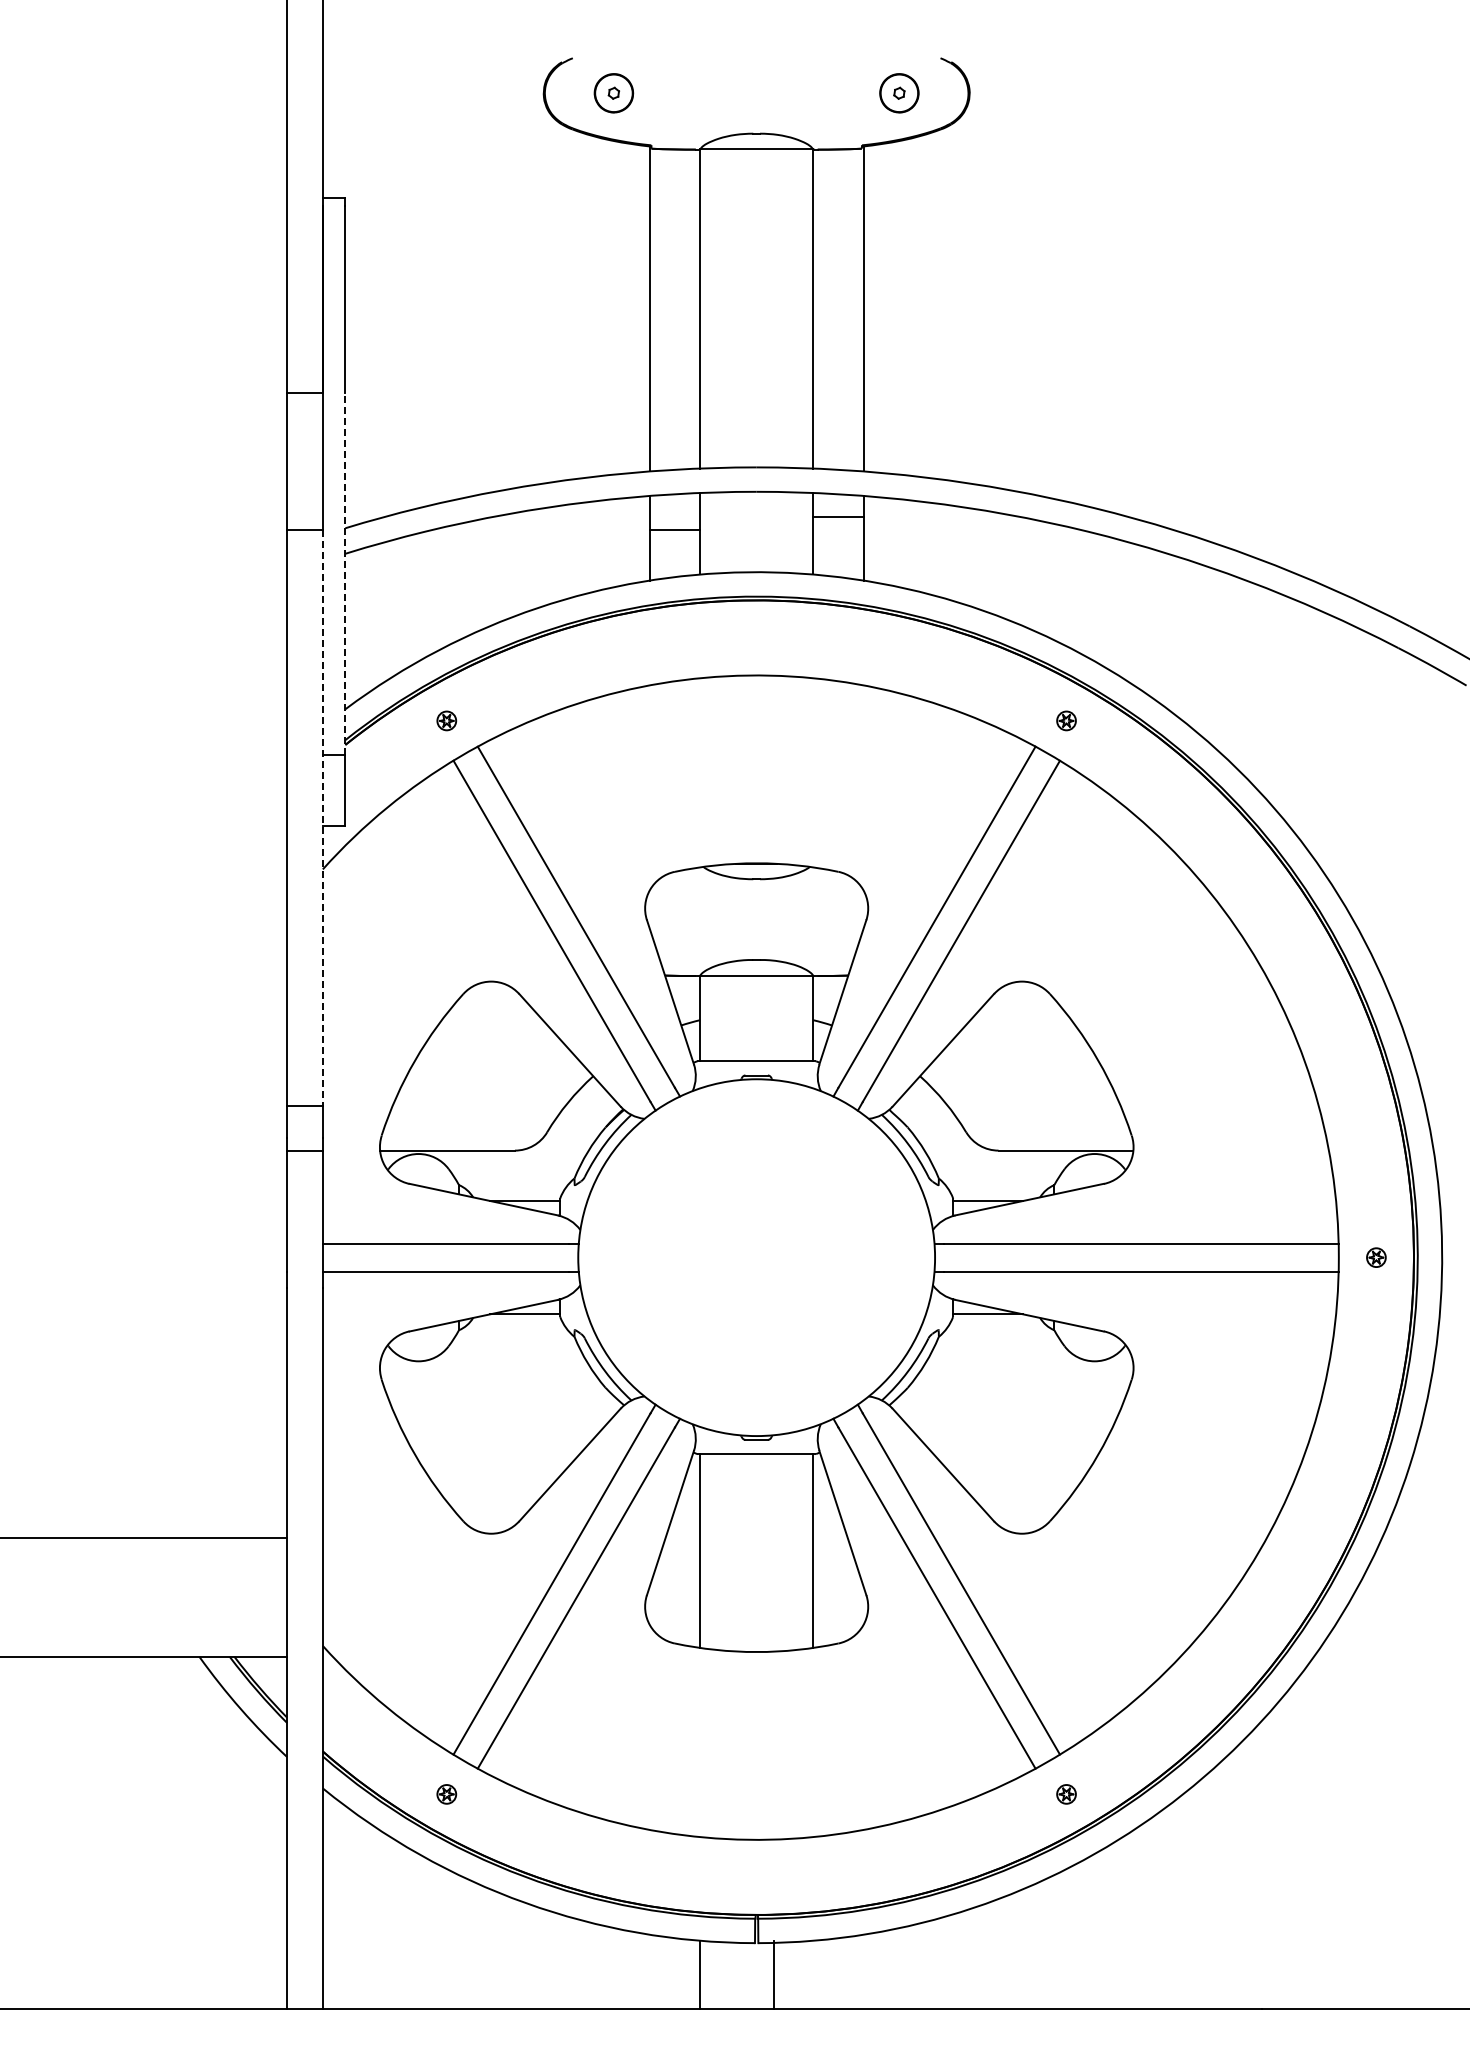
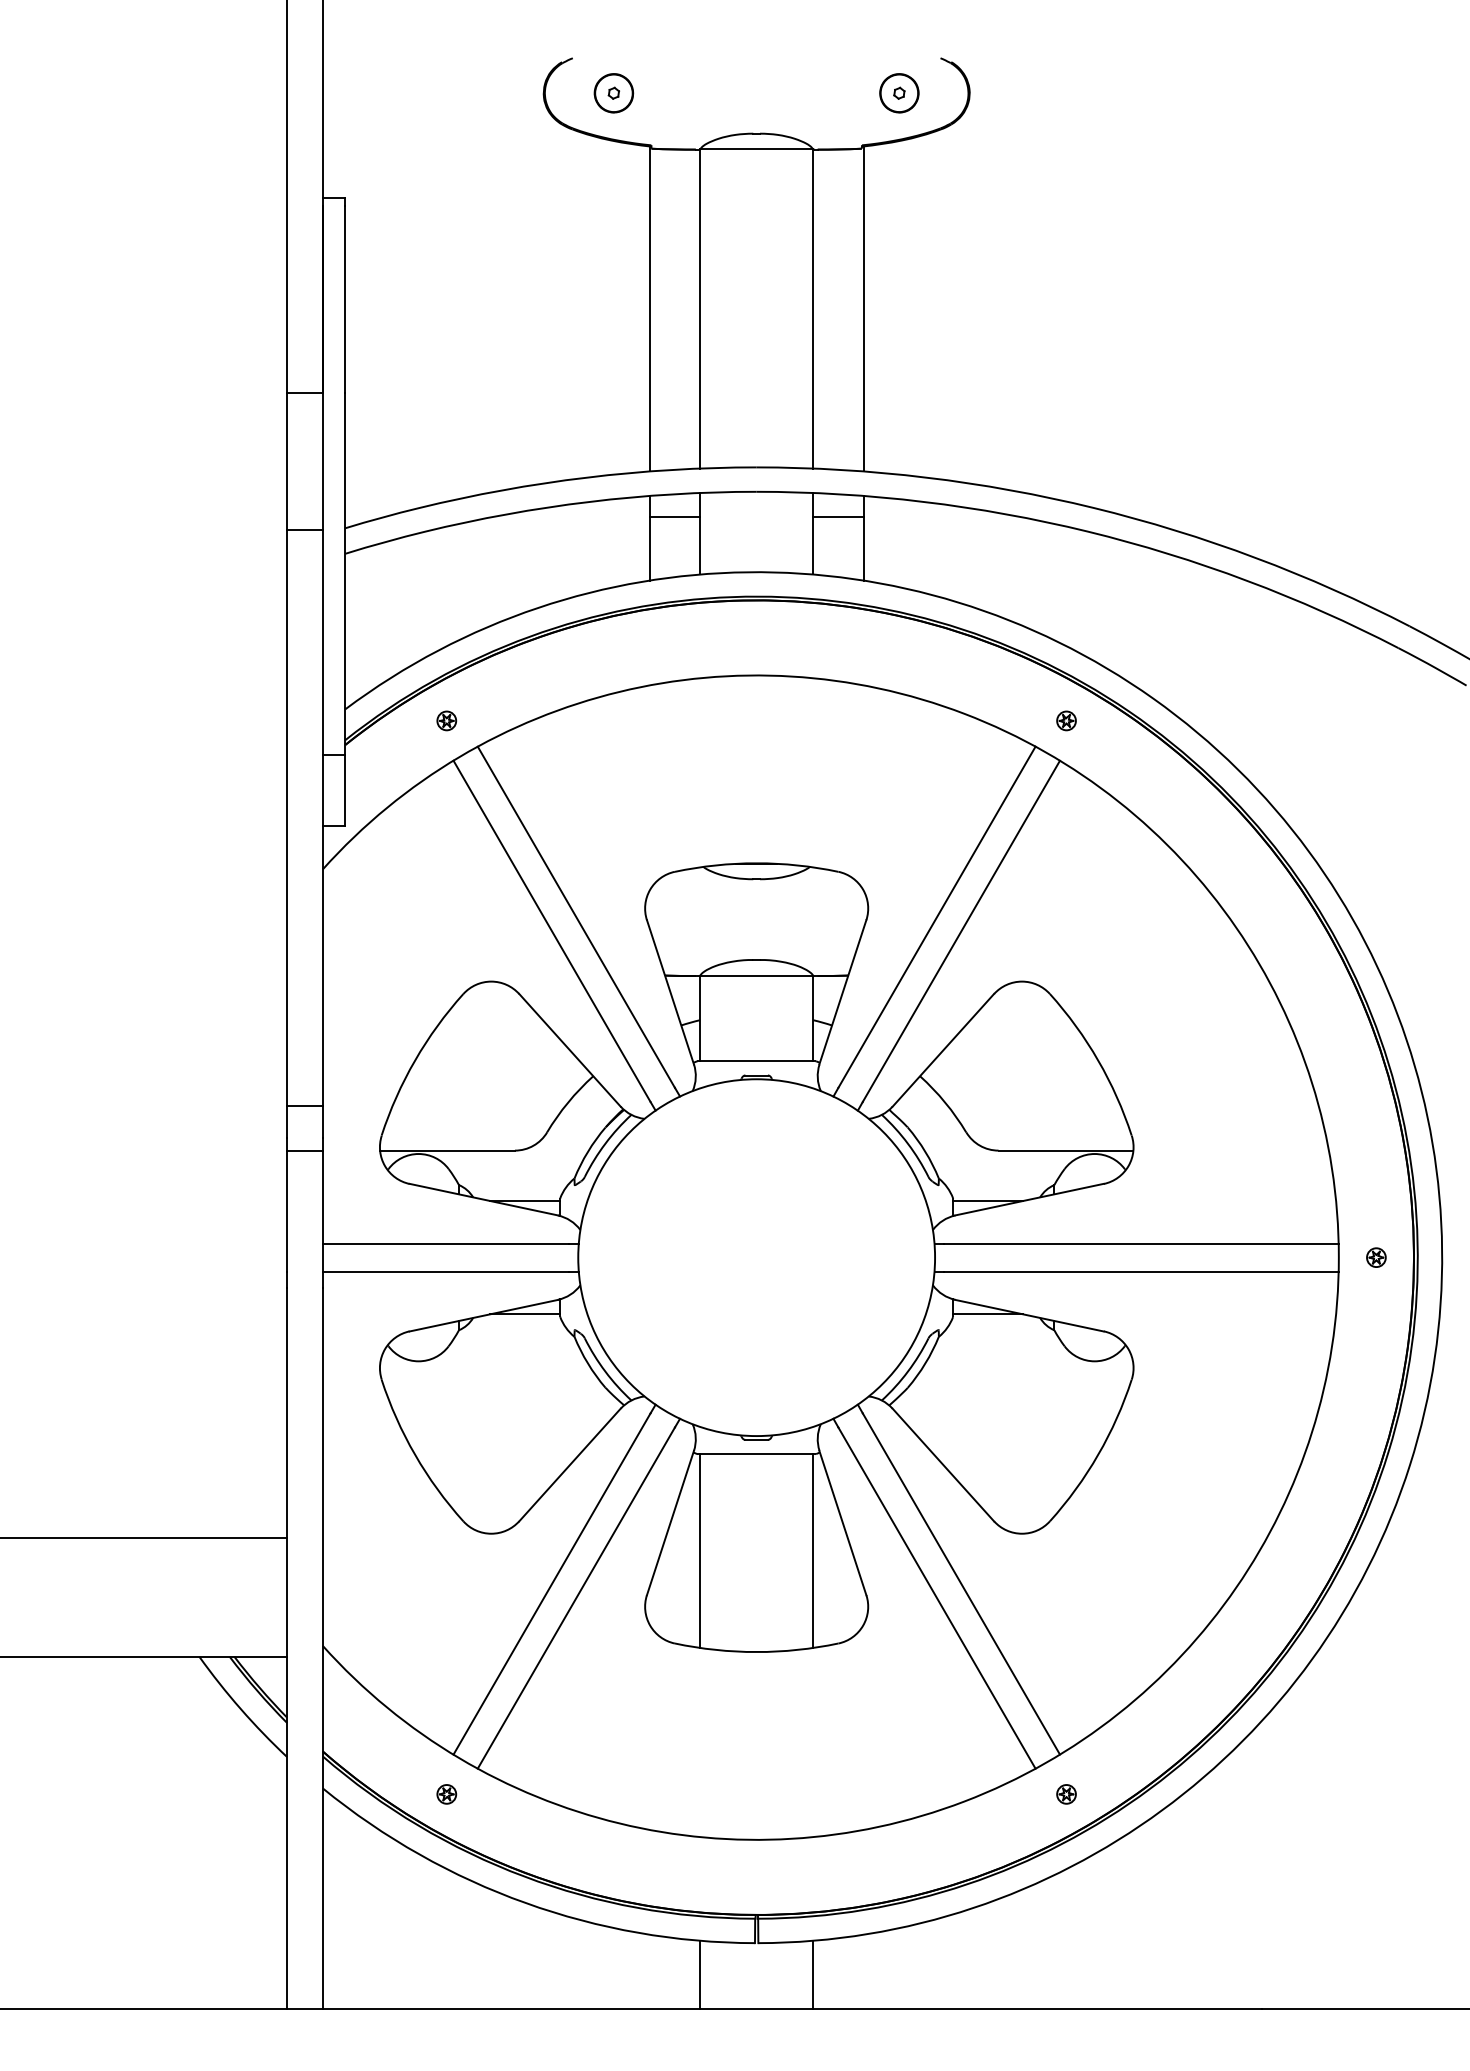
line at (674, 529) position: (674, 529) -> (674, 516)
line at (345, 574): dashed -> solid
line at (322, 818): dashed -> solid
line at (774, 1974) position: (774, 1974) -> (813, 1974)
